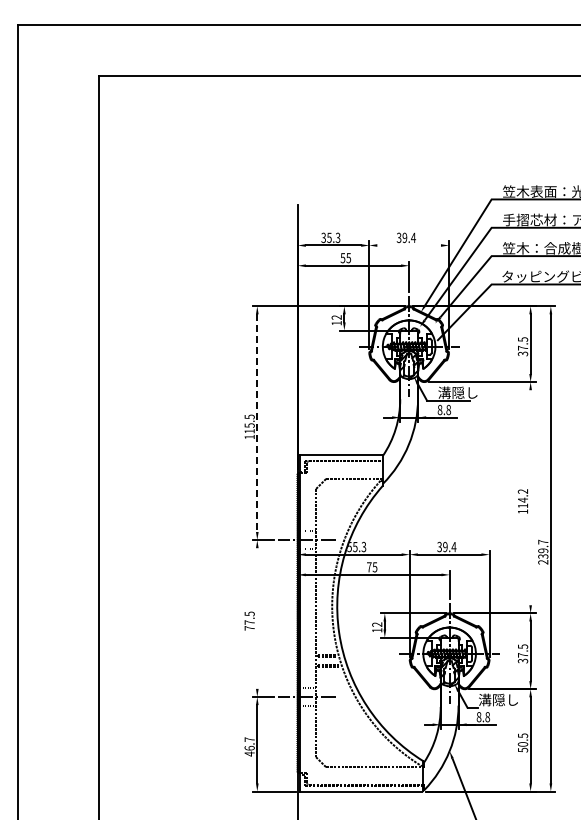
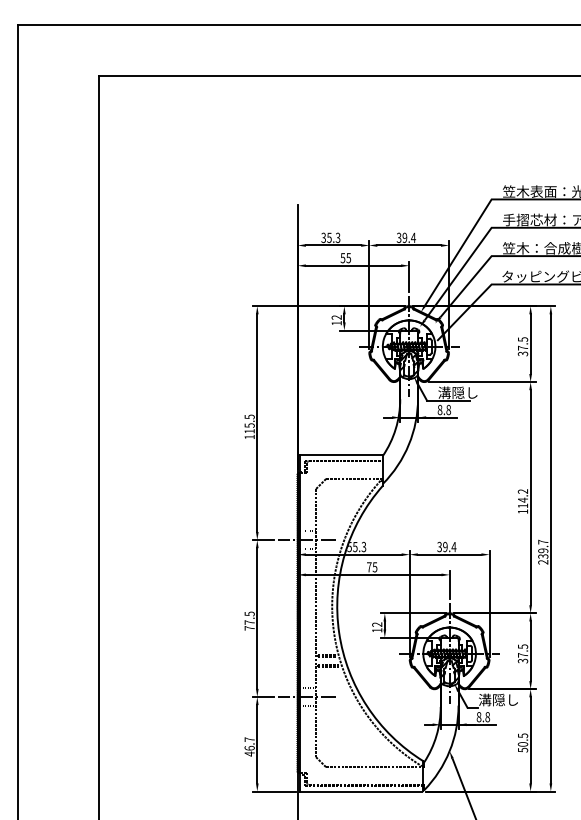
line at (408, 245): none -> present
line at (257, 423): dashed -> solid
line at (530, 497): none -> present
line at (257, 618): none -> present
